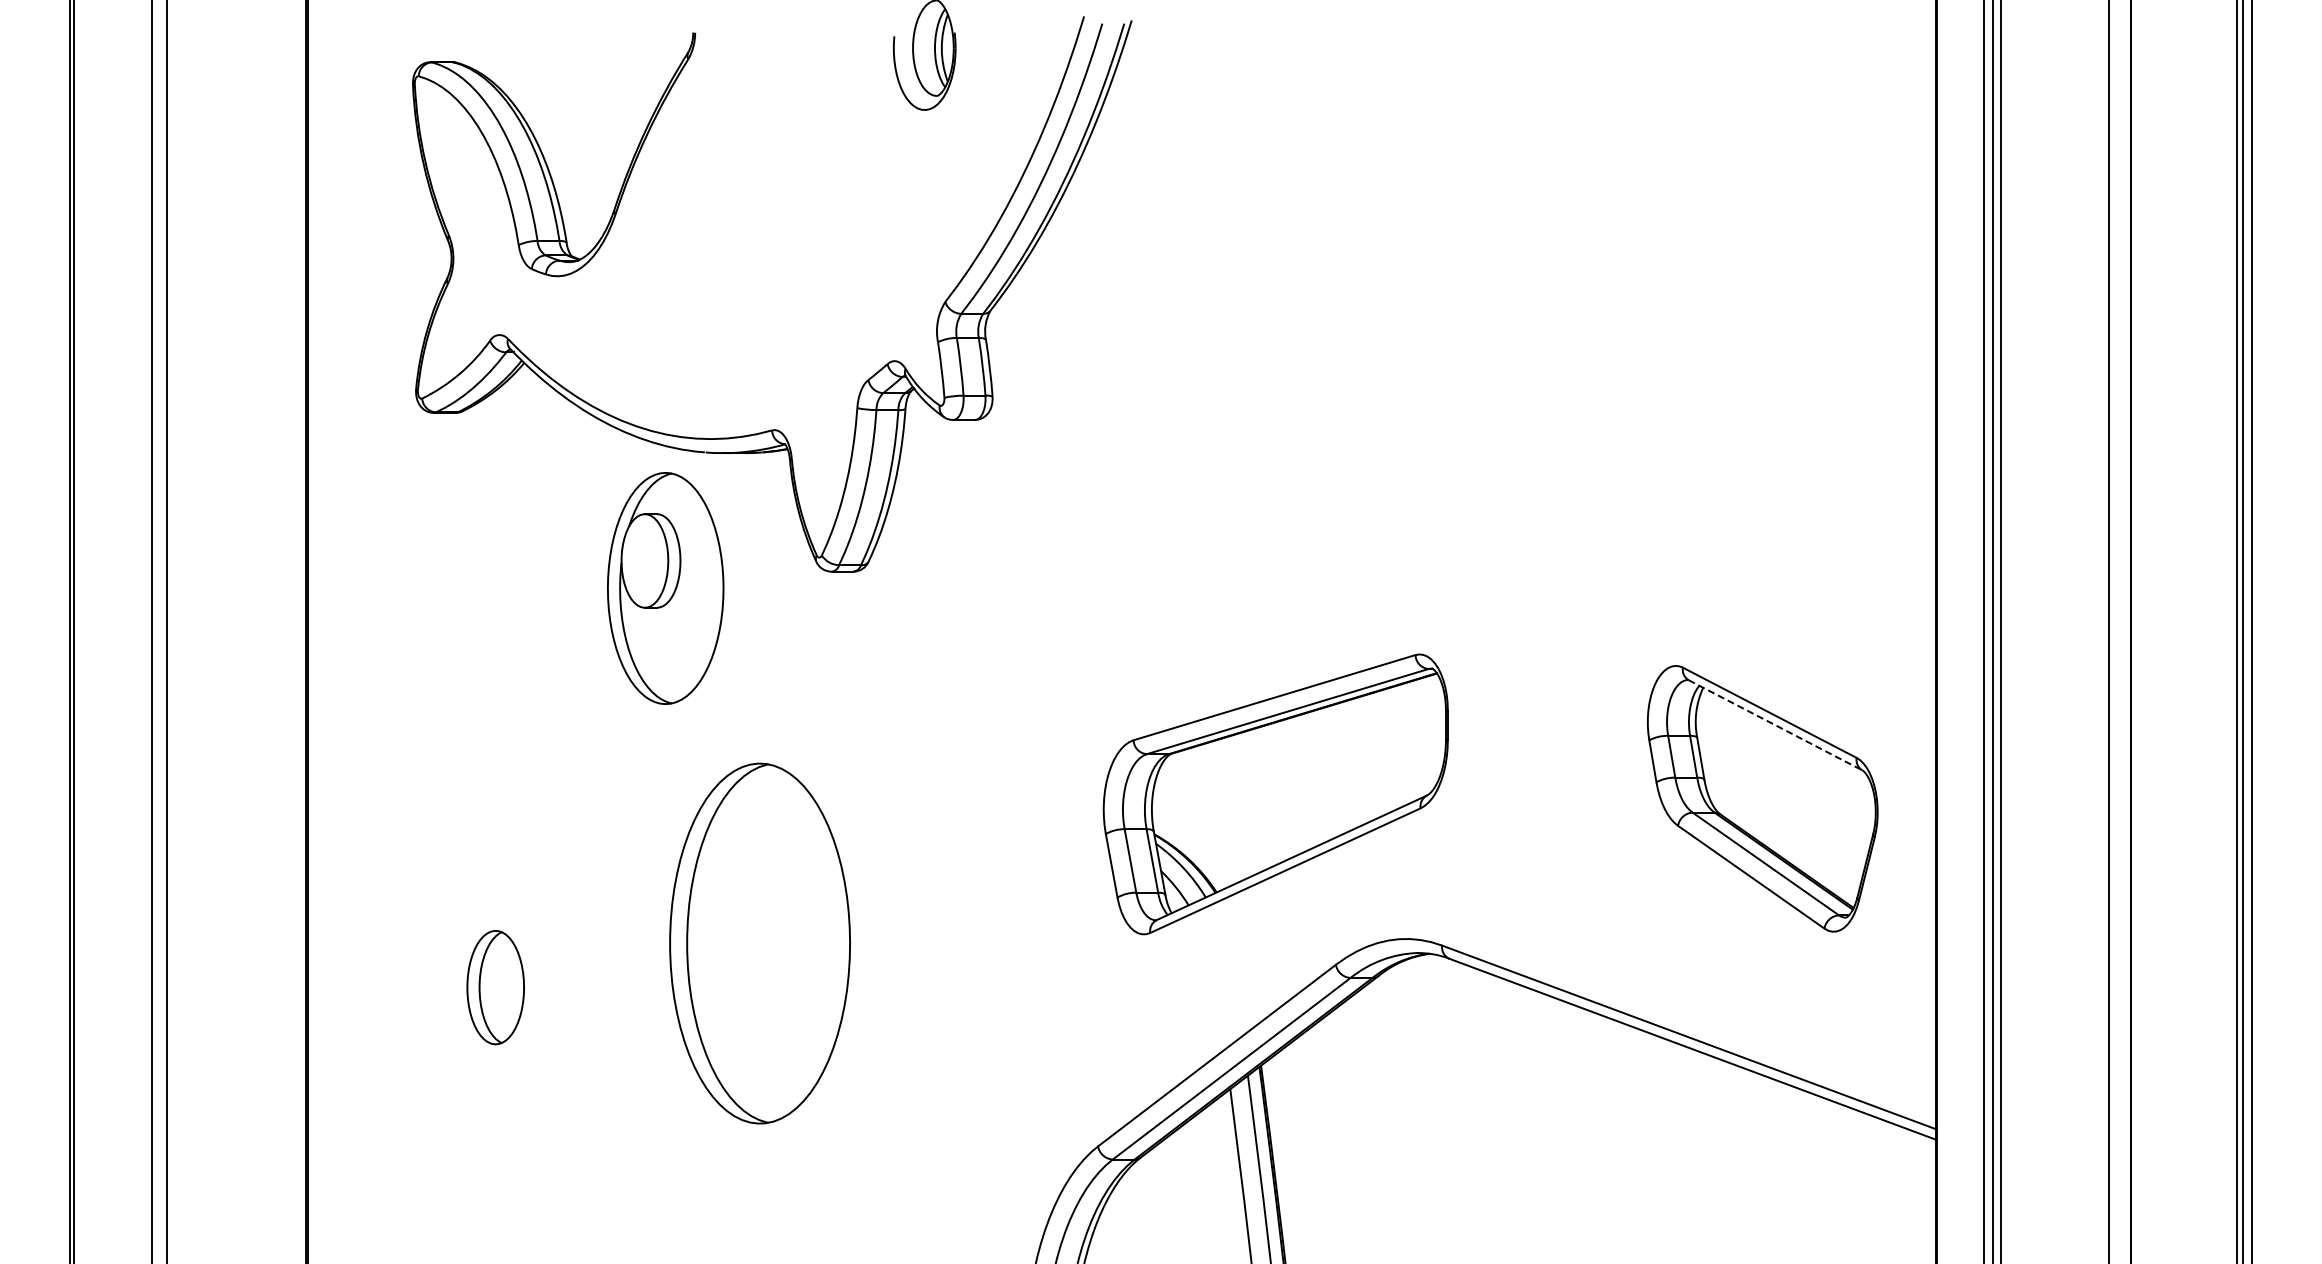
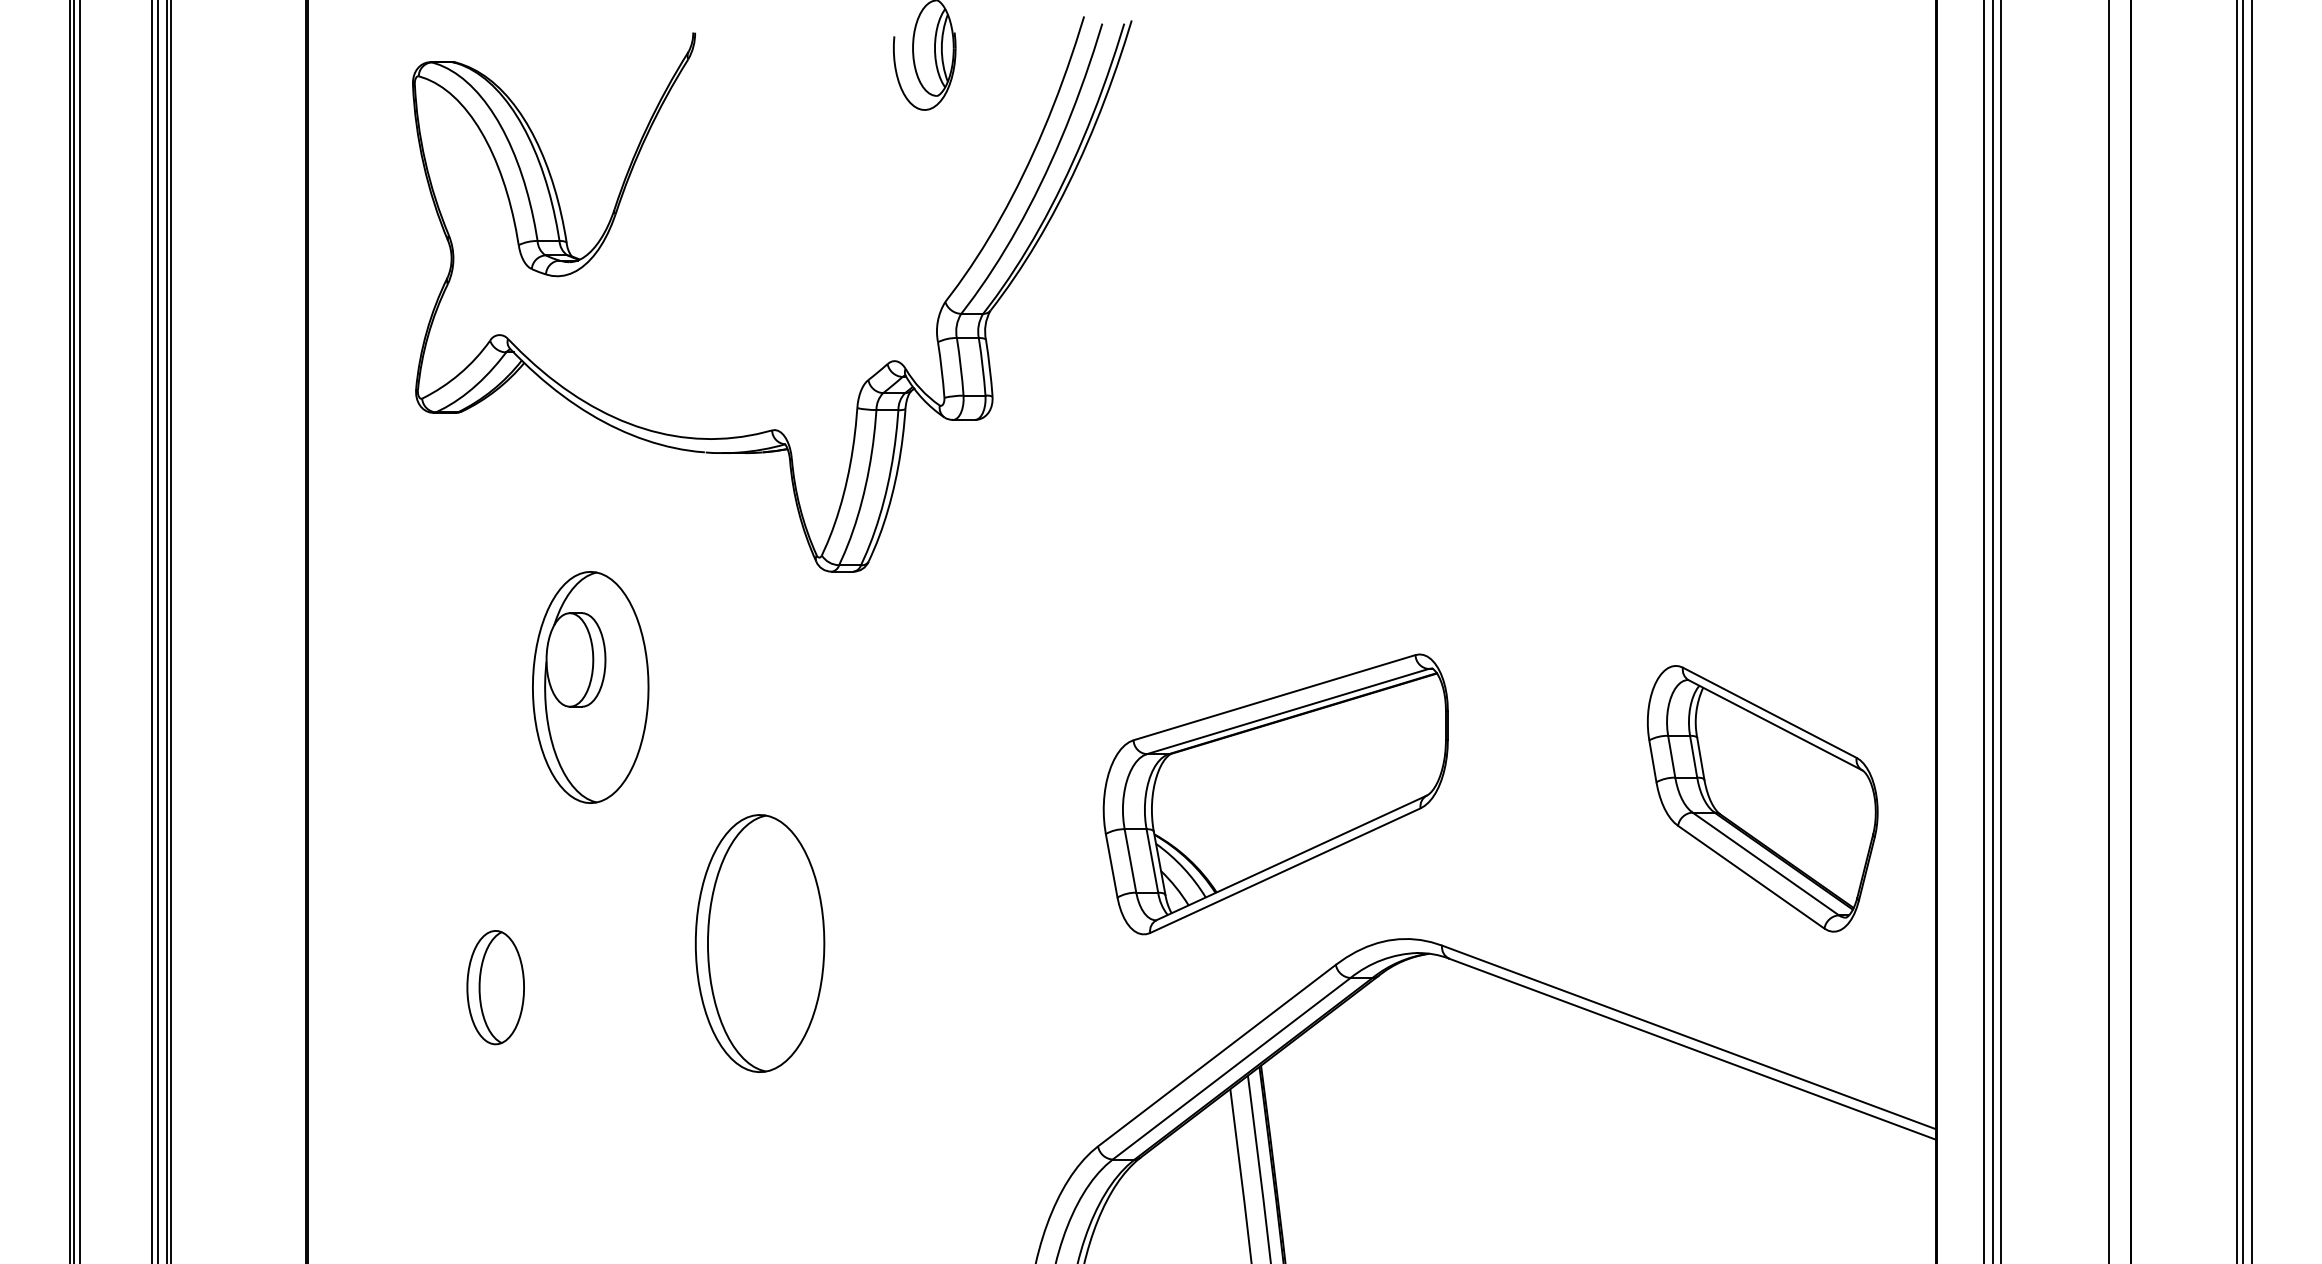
part at (665, 588) position: (665, 588) -> (590, 687)
line at (79, 631): none -> present
line at (157, 631): none -> present
line at (171, 631): none -> present
line at (1775, 725): dashed -> solid
part at (759, 943) size: 182x363 px -> 132x259 px
